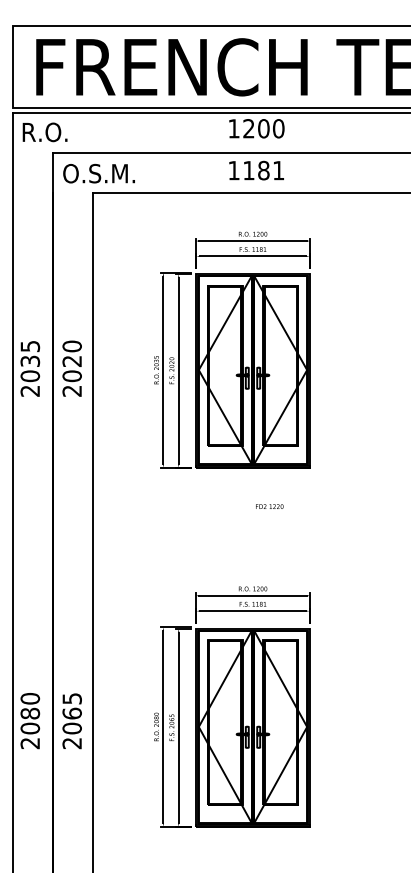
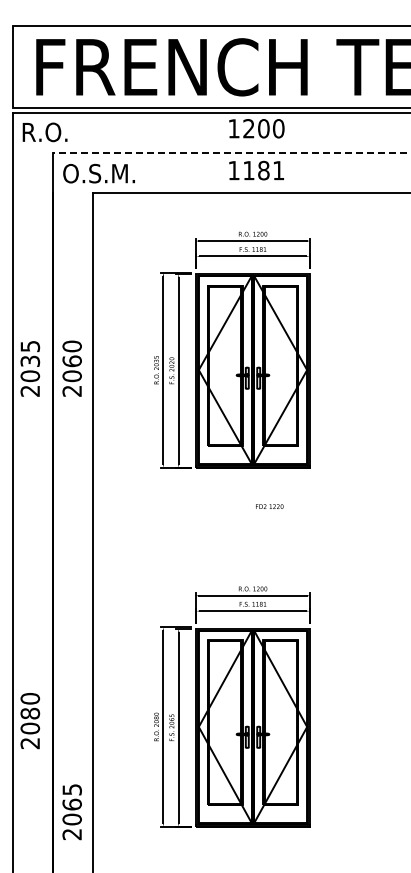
line at (230, 153): solid -> dashed
text at (71, 361): 2020 -> 2060
text at (71, 721) position: (71, 721) -> (71, 812)
